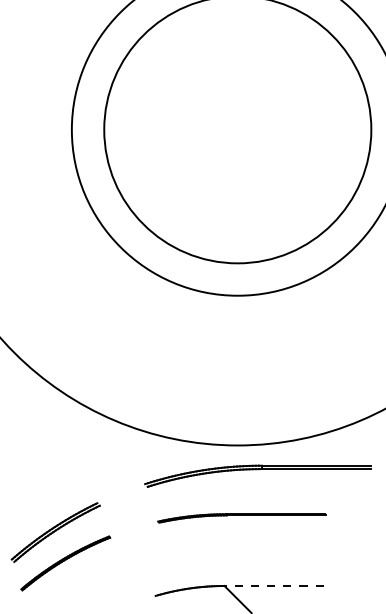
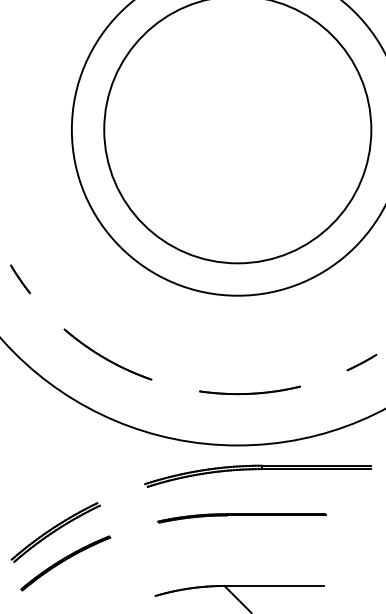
line at (20, 279): none -> present
part at (107, 354): none -> present
line at (361, 362): none -> present
part at (249, 390): none -> present
line at (274, 585): dashed -> solid
